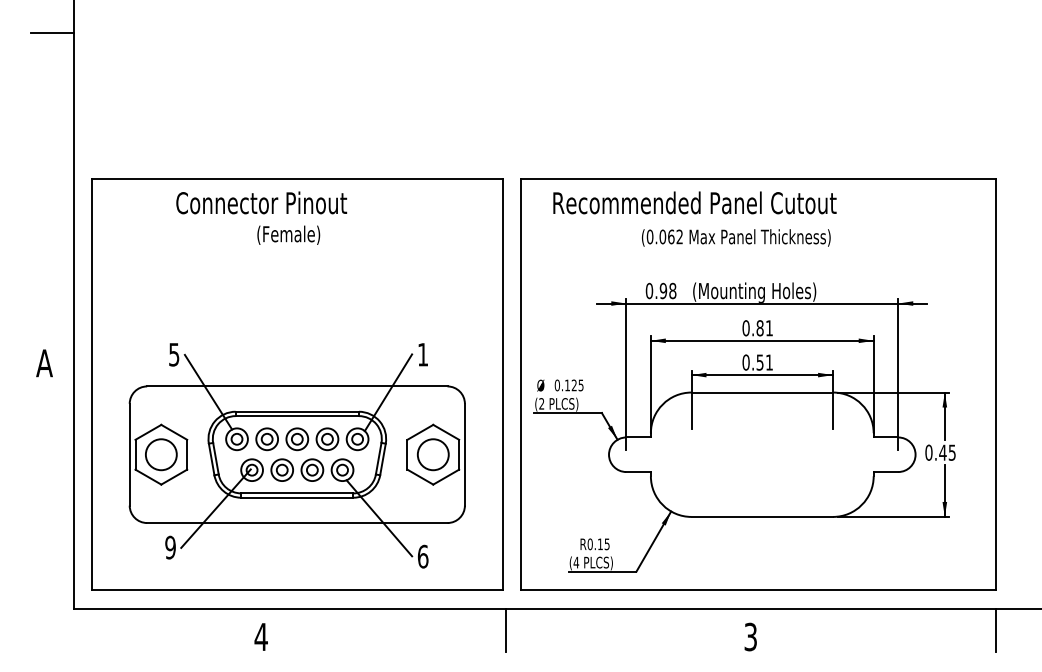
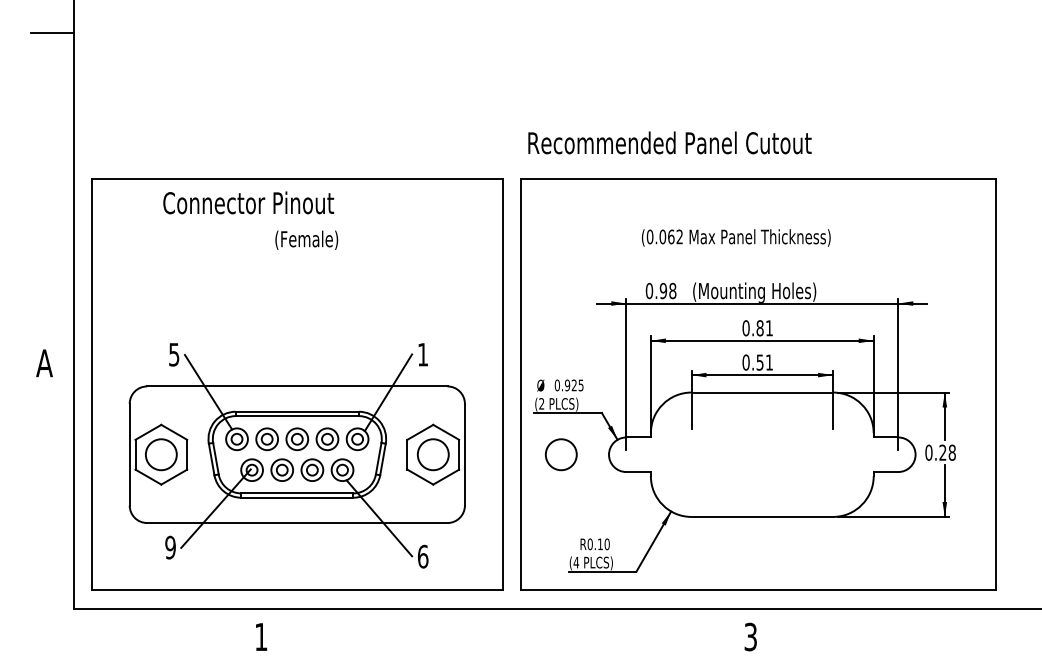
text at (261, 202) position: (261, 202) -> (248, 202)
text at (694, 202) position: (694, 202) -> (669, 142)
text at (288, 234) position: (288, 234) -> (306, 239)
text at (567, 385): 0.125 -> 0.925
text at (947, 452): 0.45 -> 0.28
circle at (561, 454): none -> present
text at (606, 544): R0.15 -> R0.10
line at (506, 629): present -> none
line at (995, 629): present -> none
text at (260, 636): 4 -> 1
